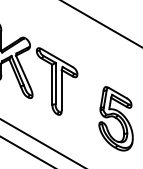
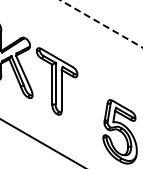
line at (101, 23): solid -> dashed
part at (115, 118) position: (115, 118) -> (119, 131)
line at (26, 151): present -> none
